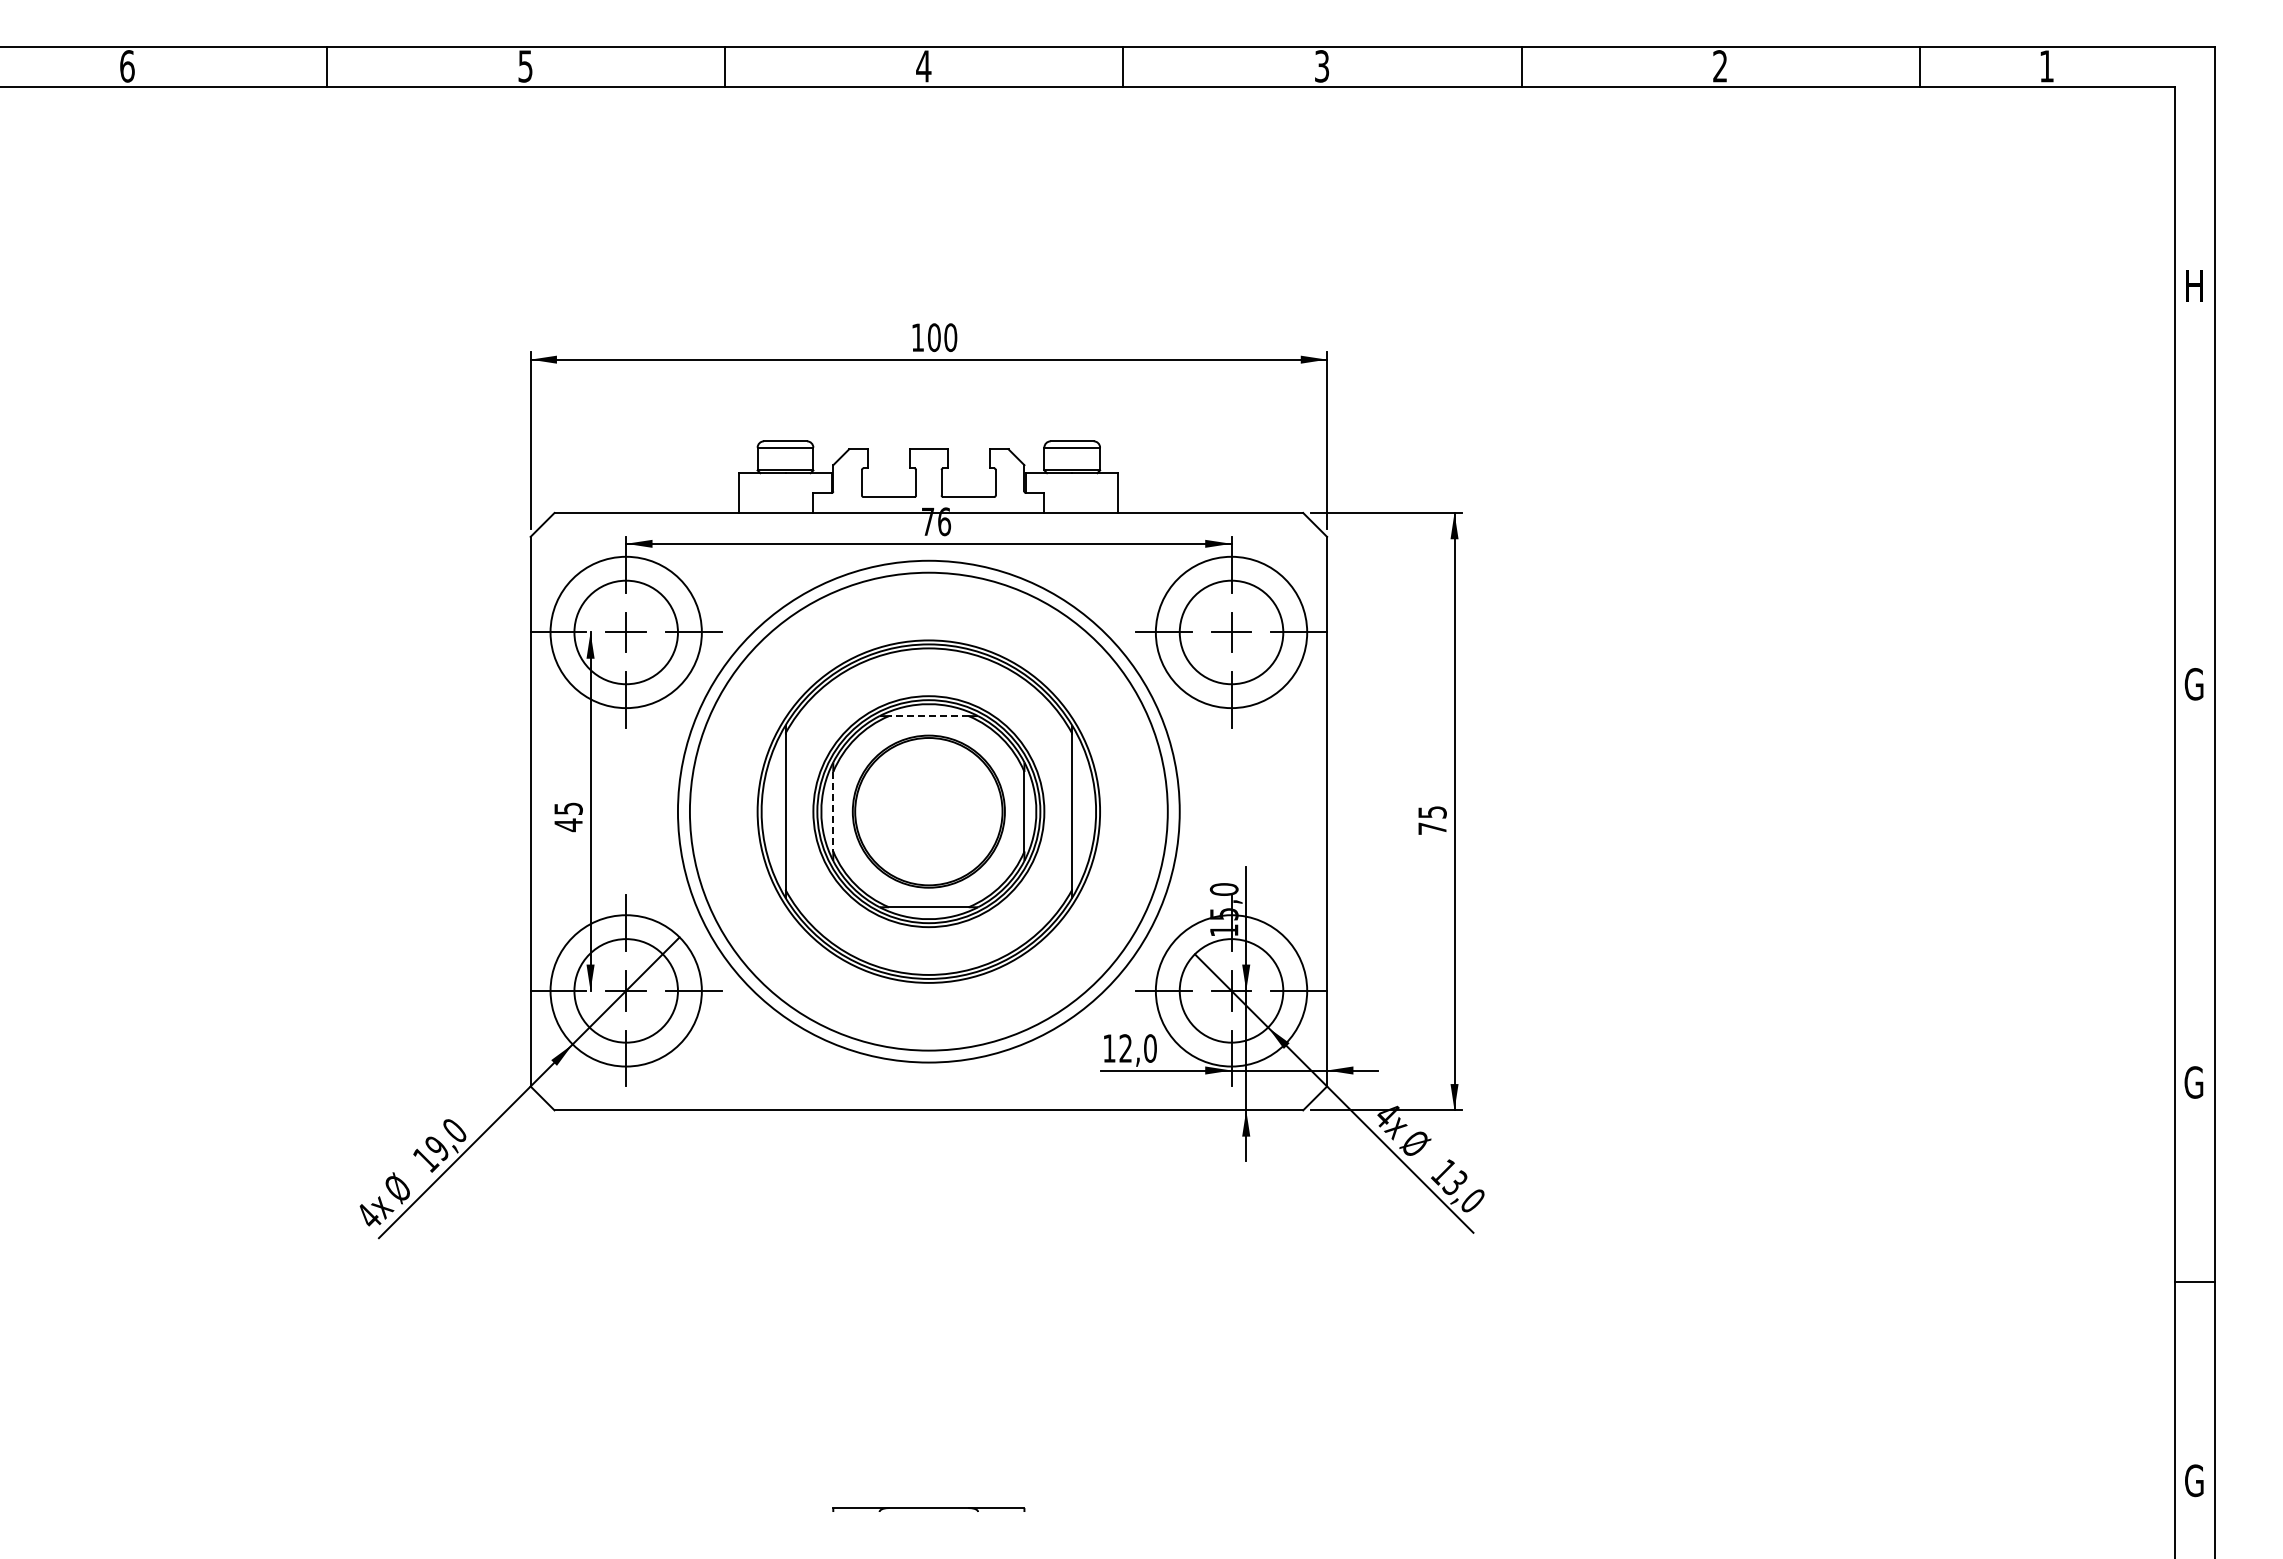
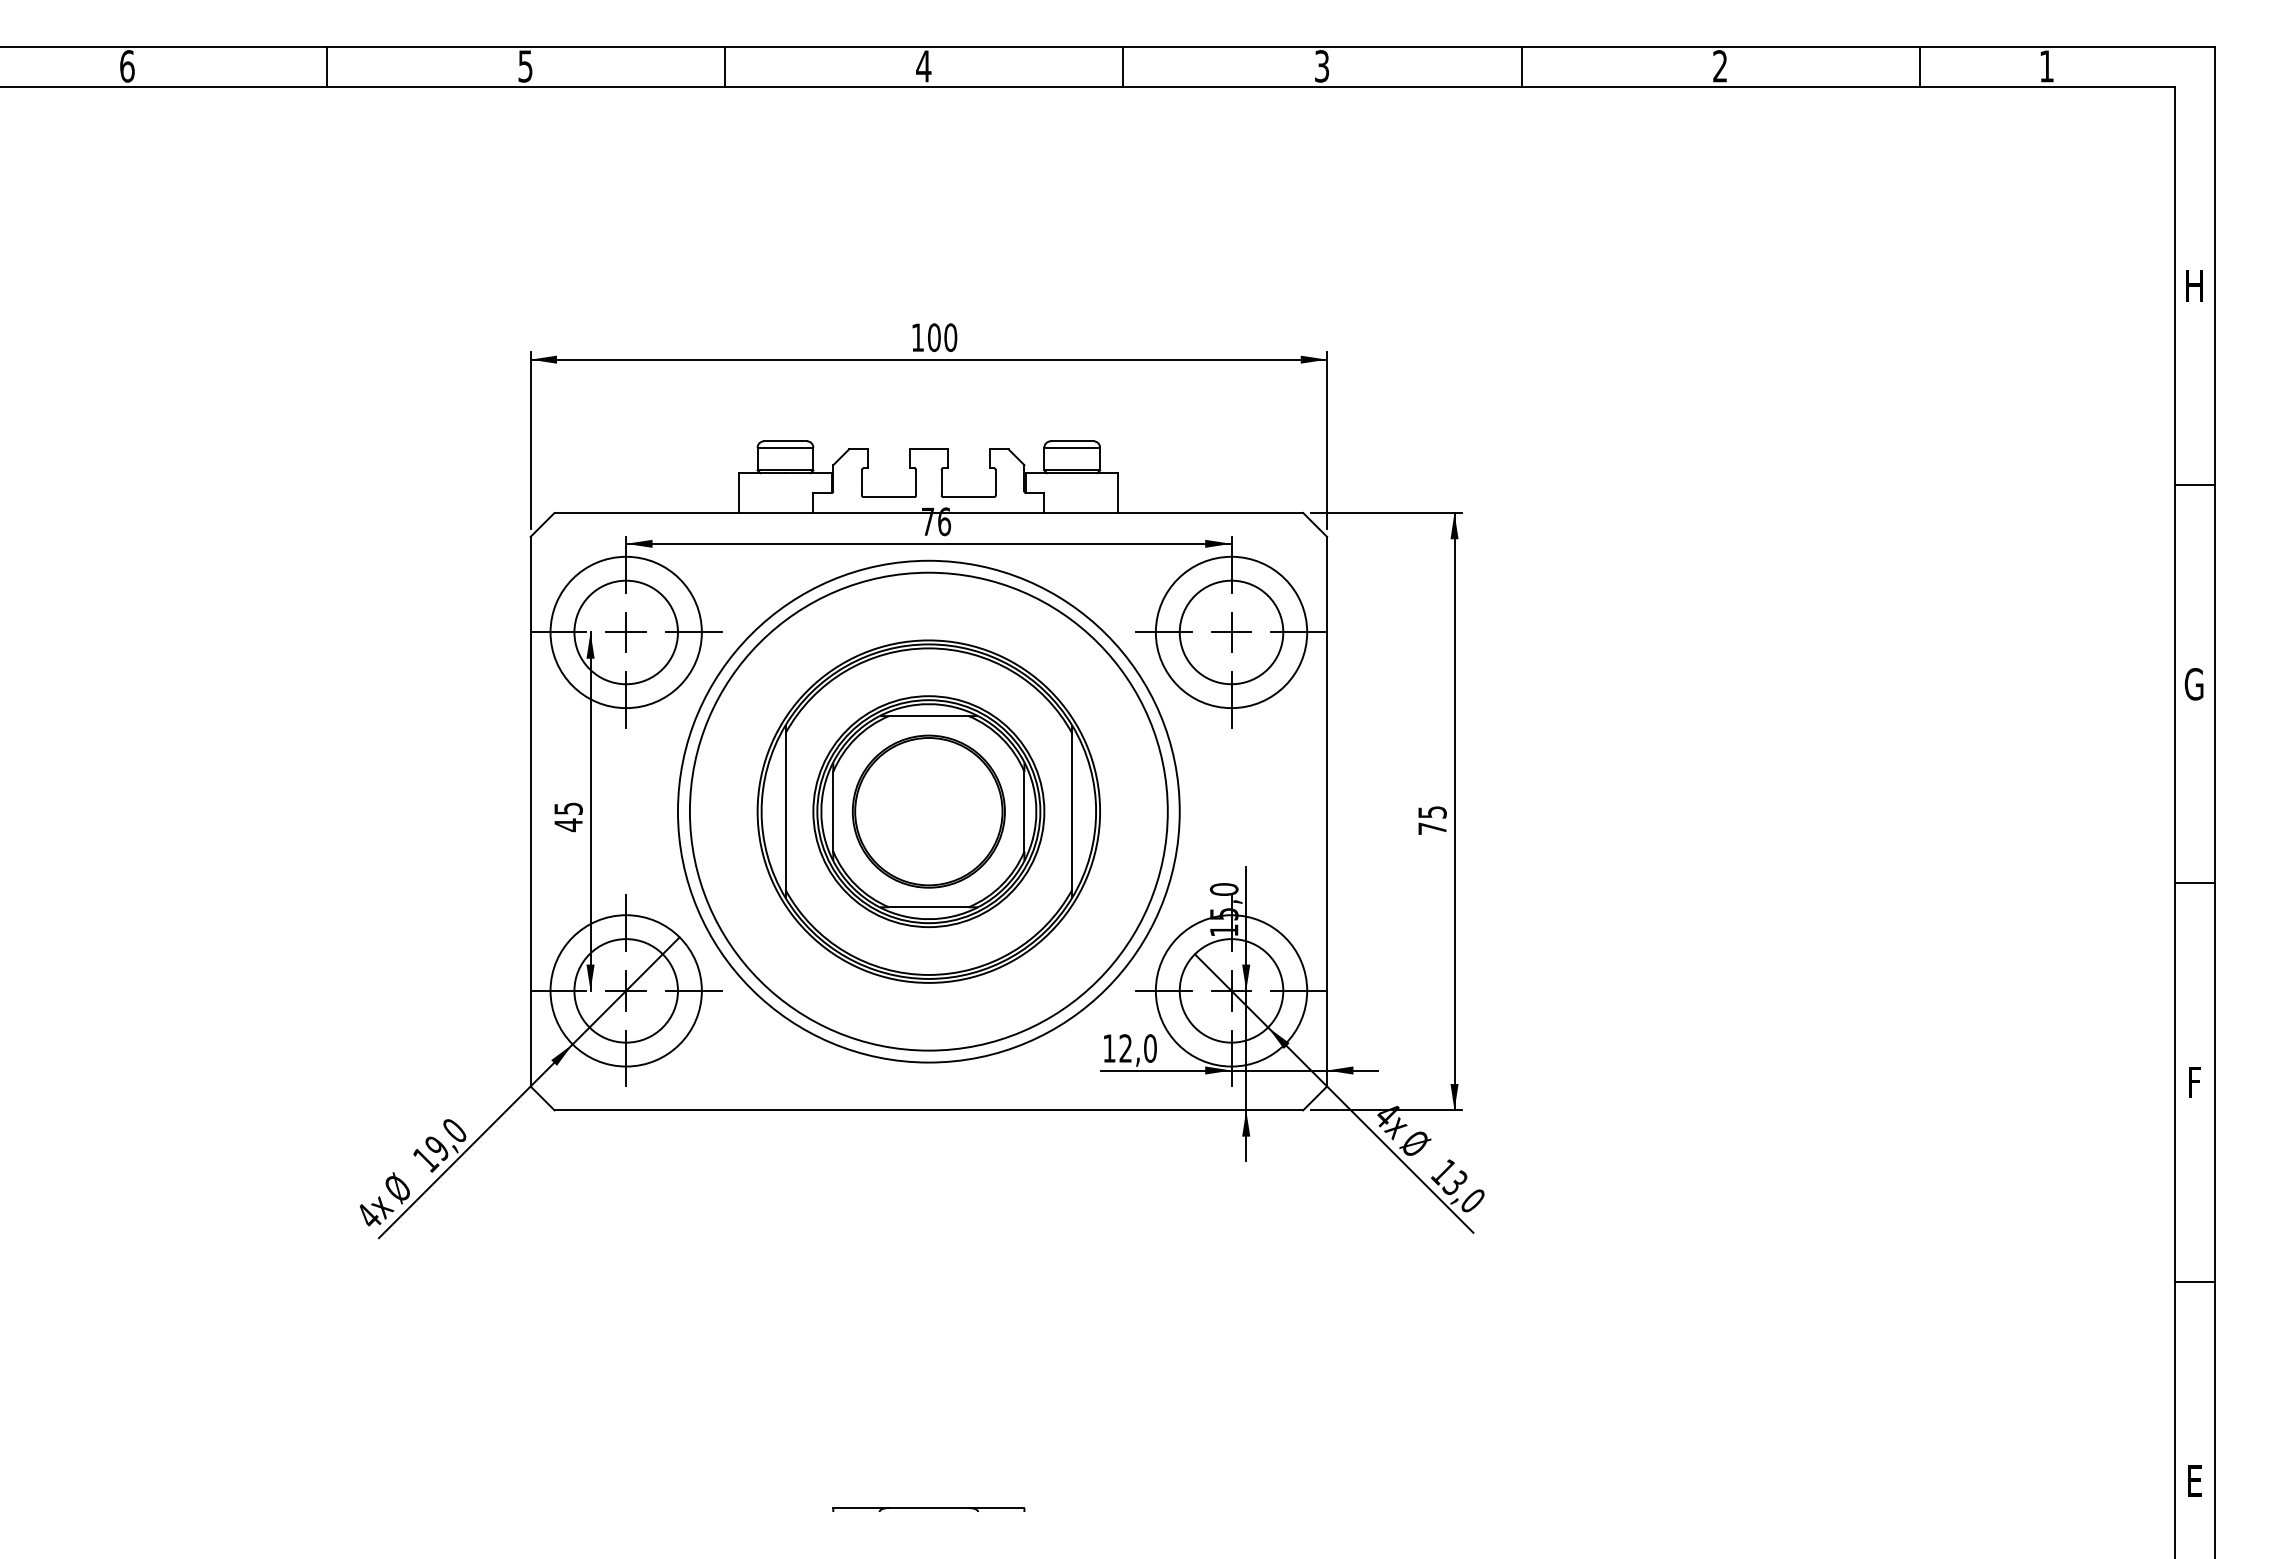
line at (2194, 485): none -> present
line at (928, 716): dashed -> solid
line at (833, 811): dashed -> solid
line at (2194, 883): none -> present
text at (2193, 1082): G -> F
text at (2194, 1480): G -> E
